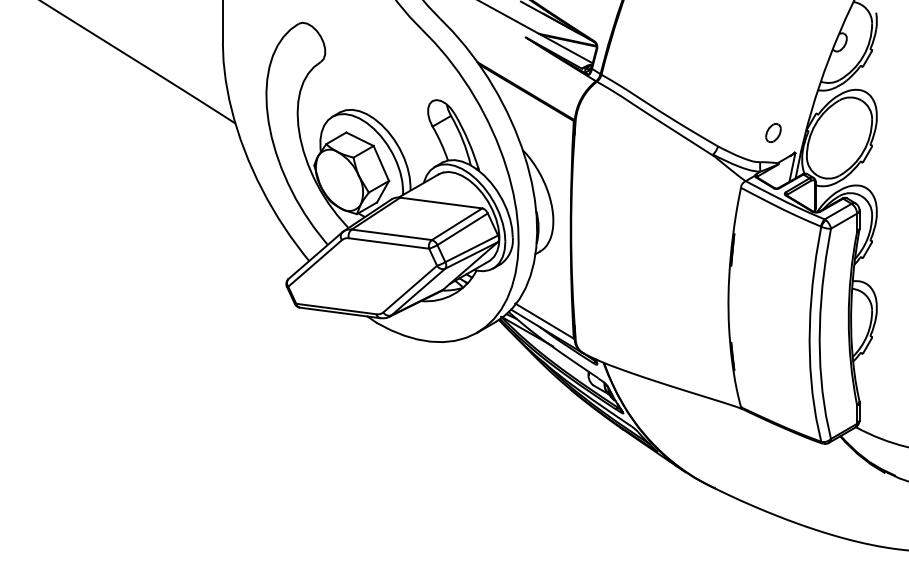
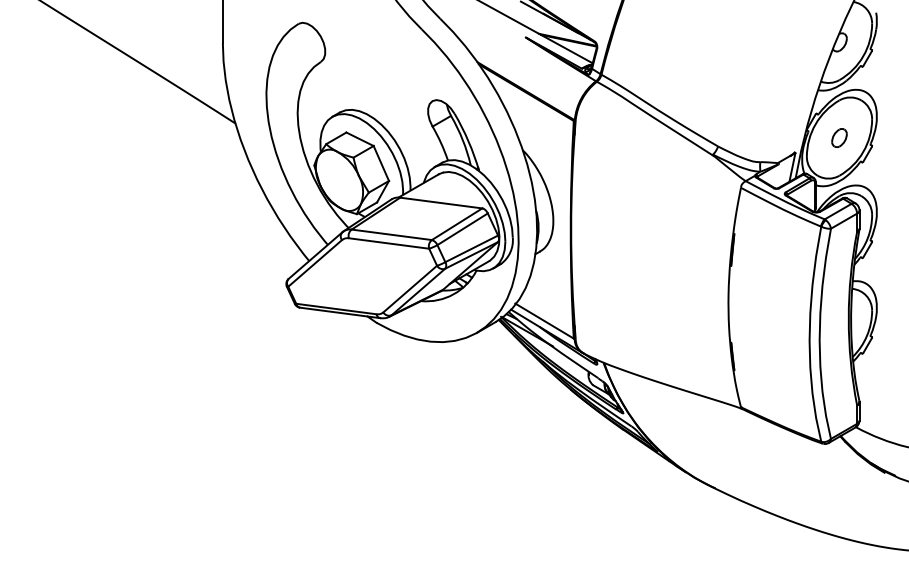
part at (773, 132) position: (773, 132) -> (839, 137)
